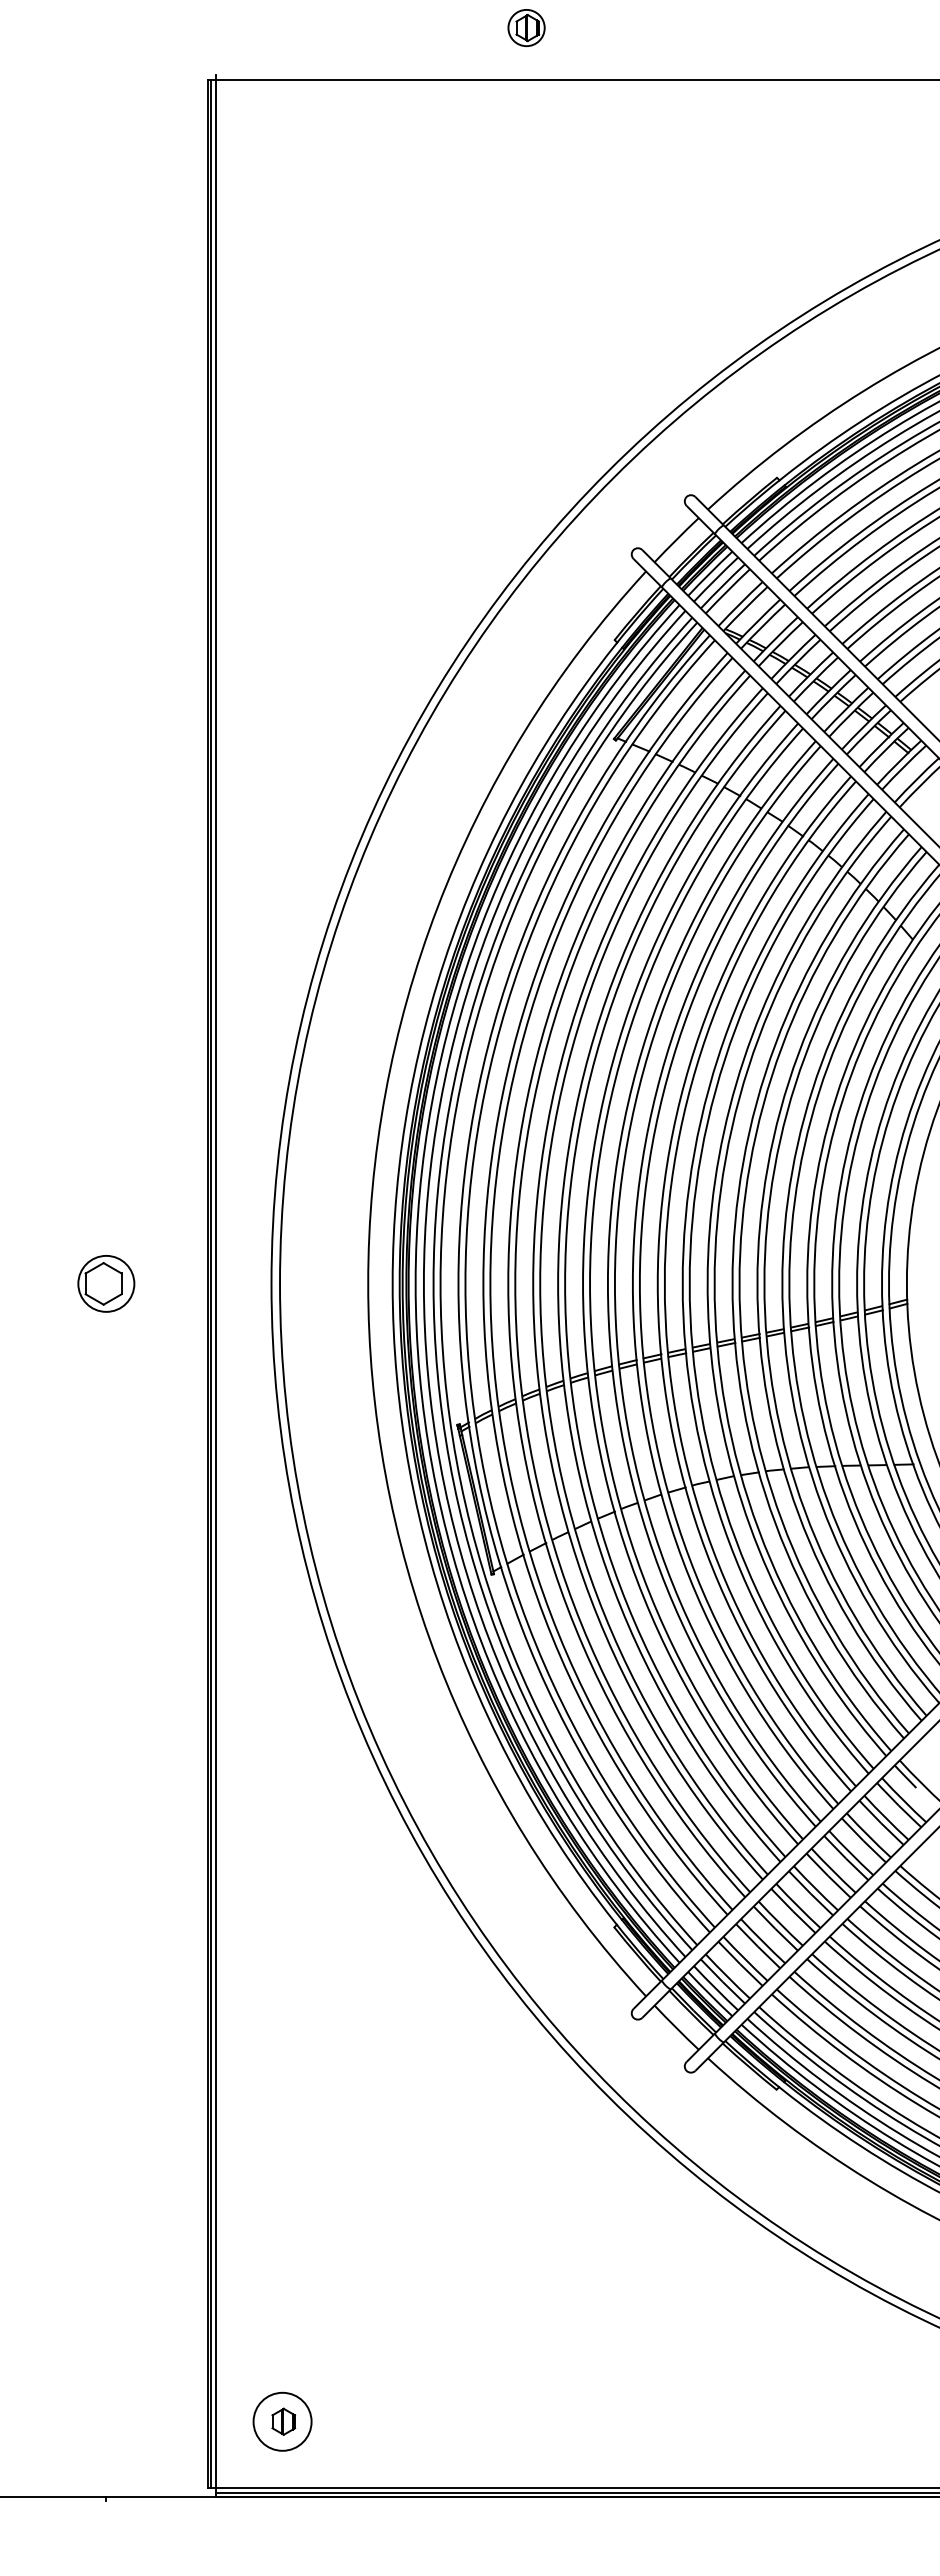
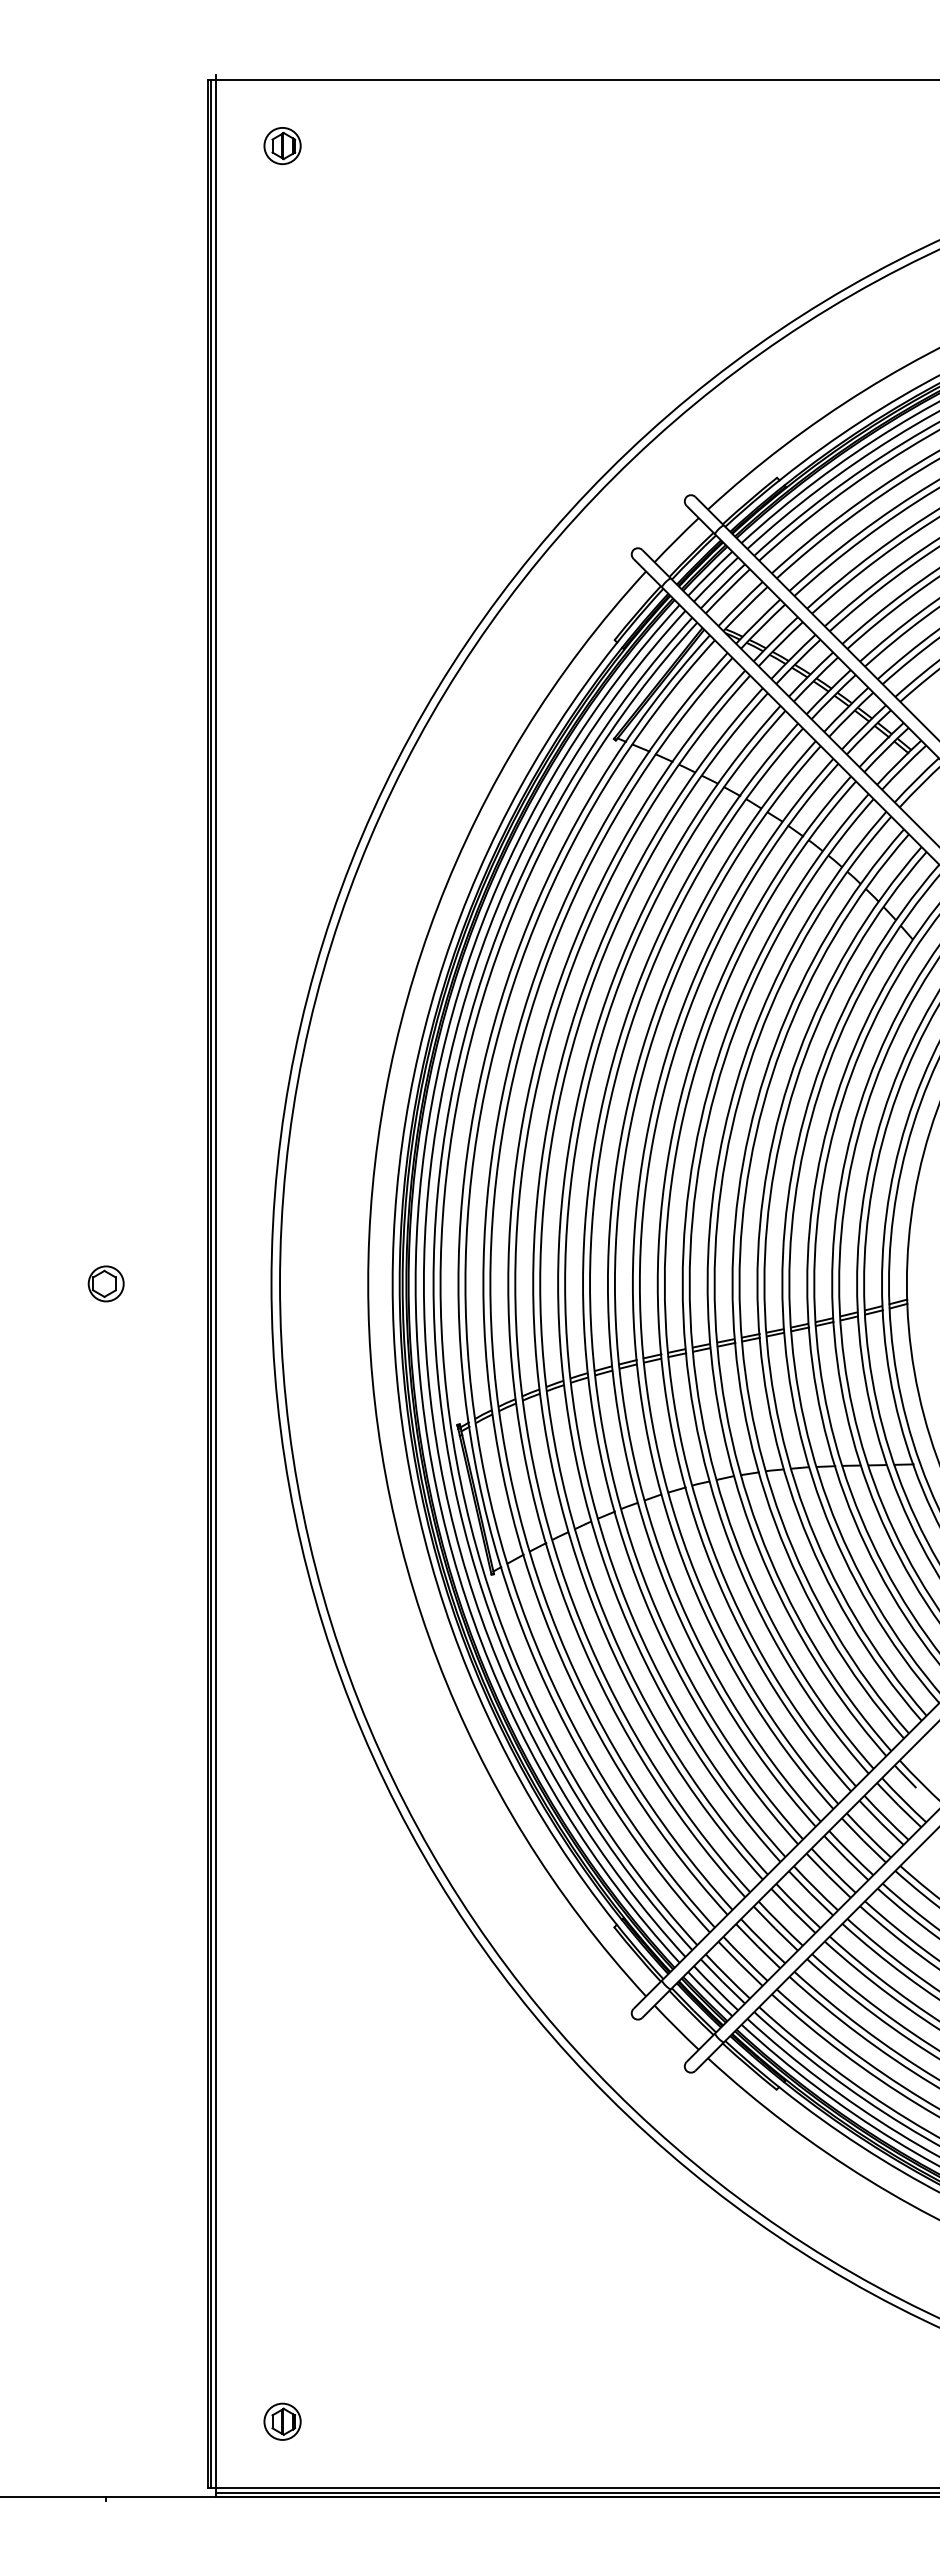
part at (526, 28) position: (526, 28) -> (282, 146)
part at (106, 1283) size: 59x58 px -> 38x38 px
circle at (282, 2421) diameter: 58 px -> 36 px
